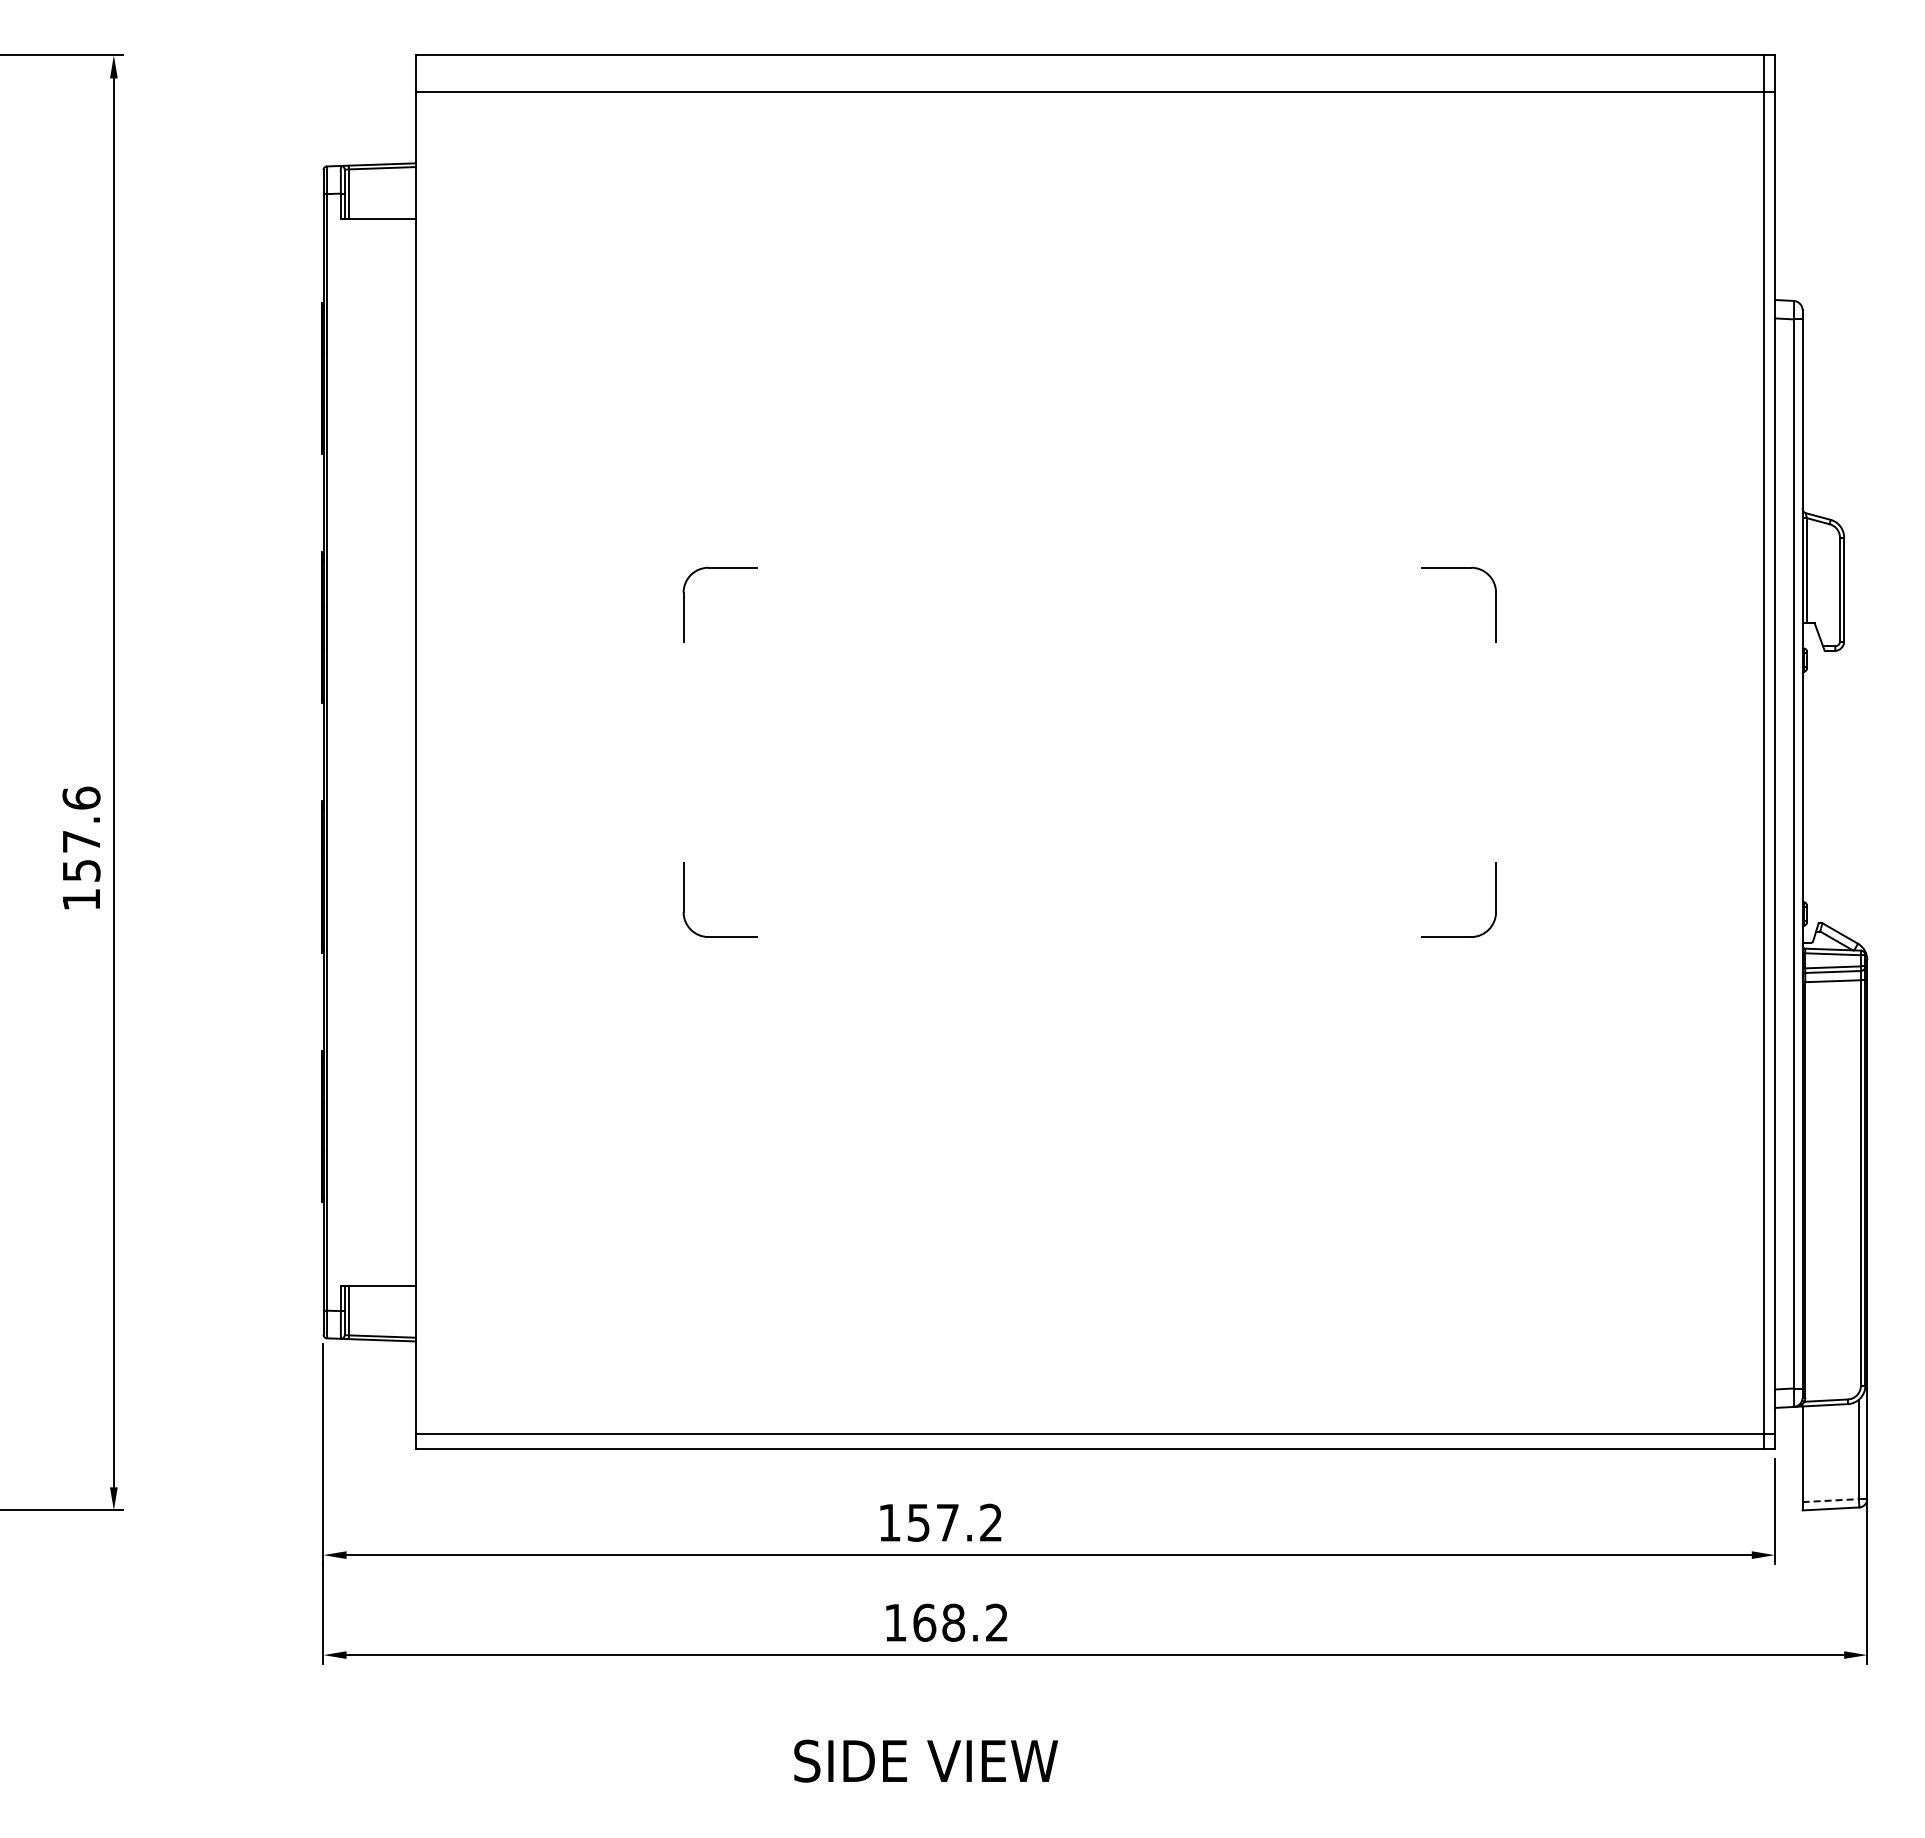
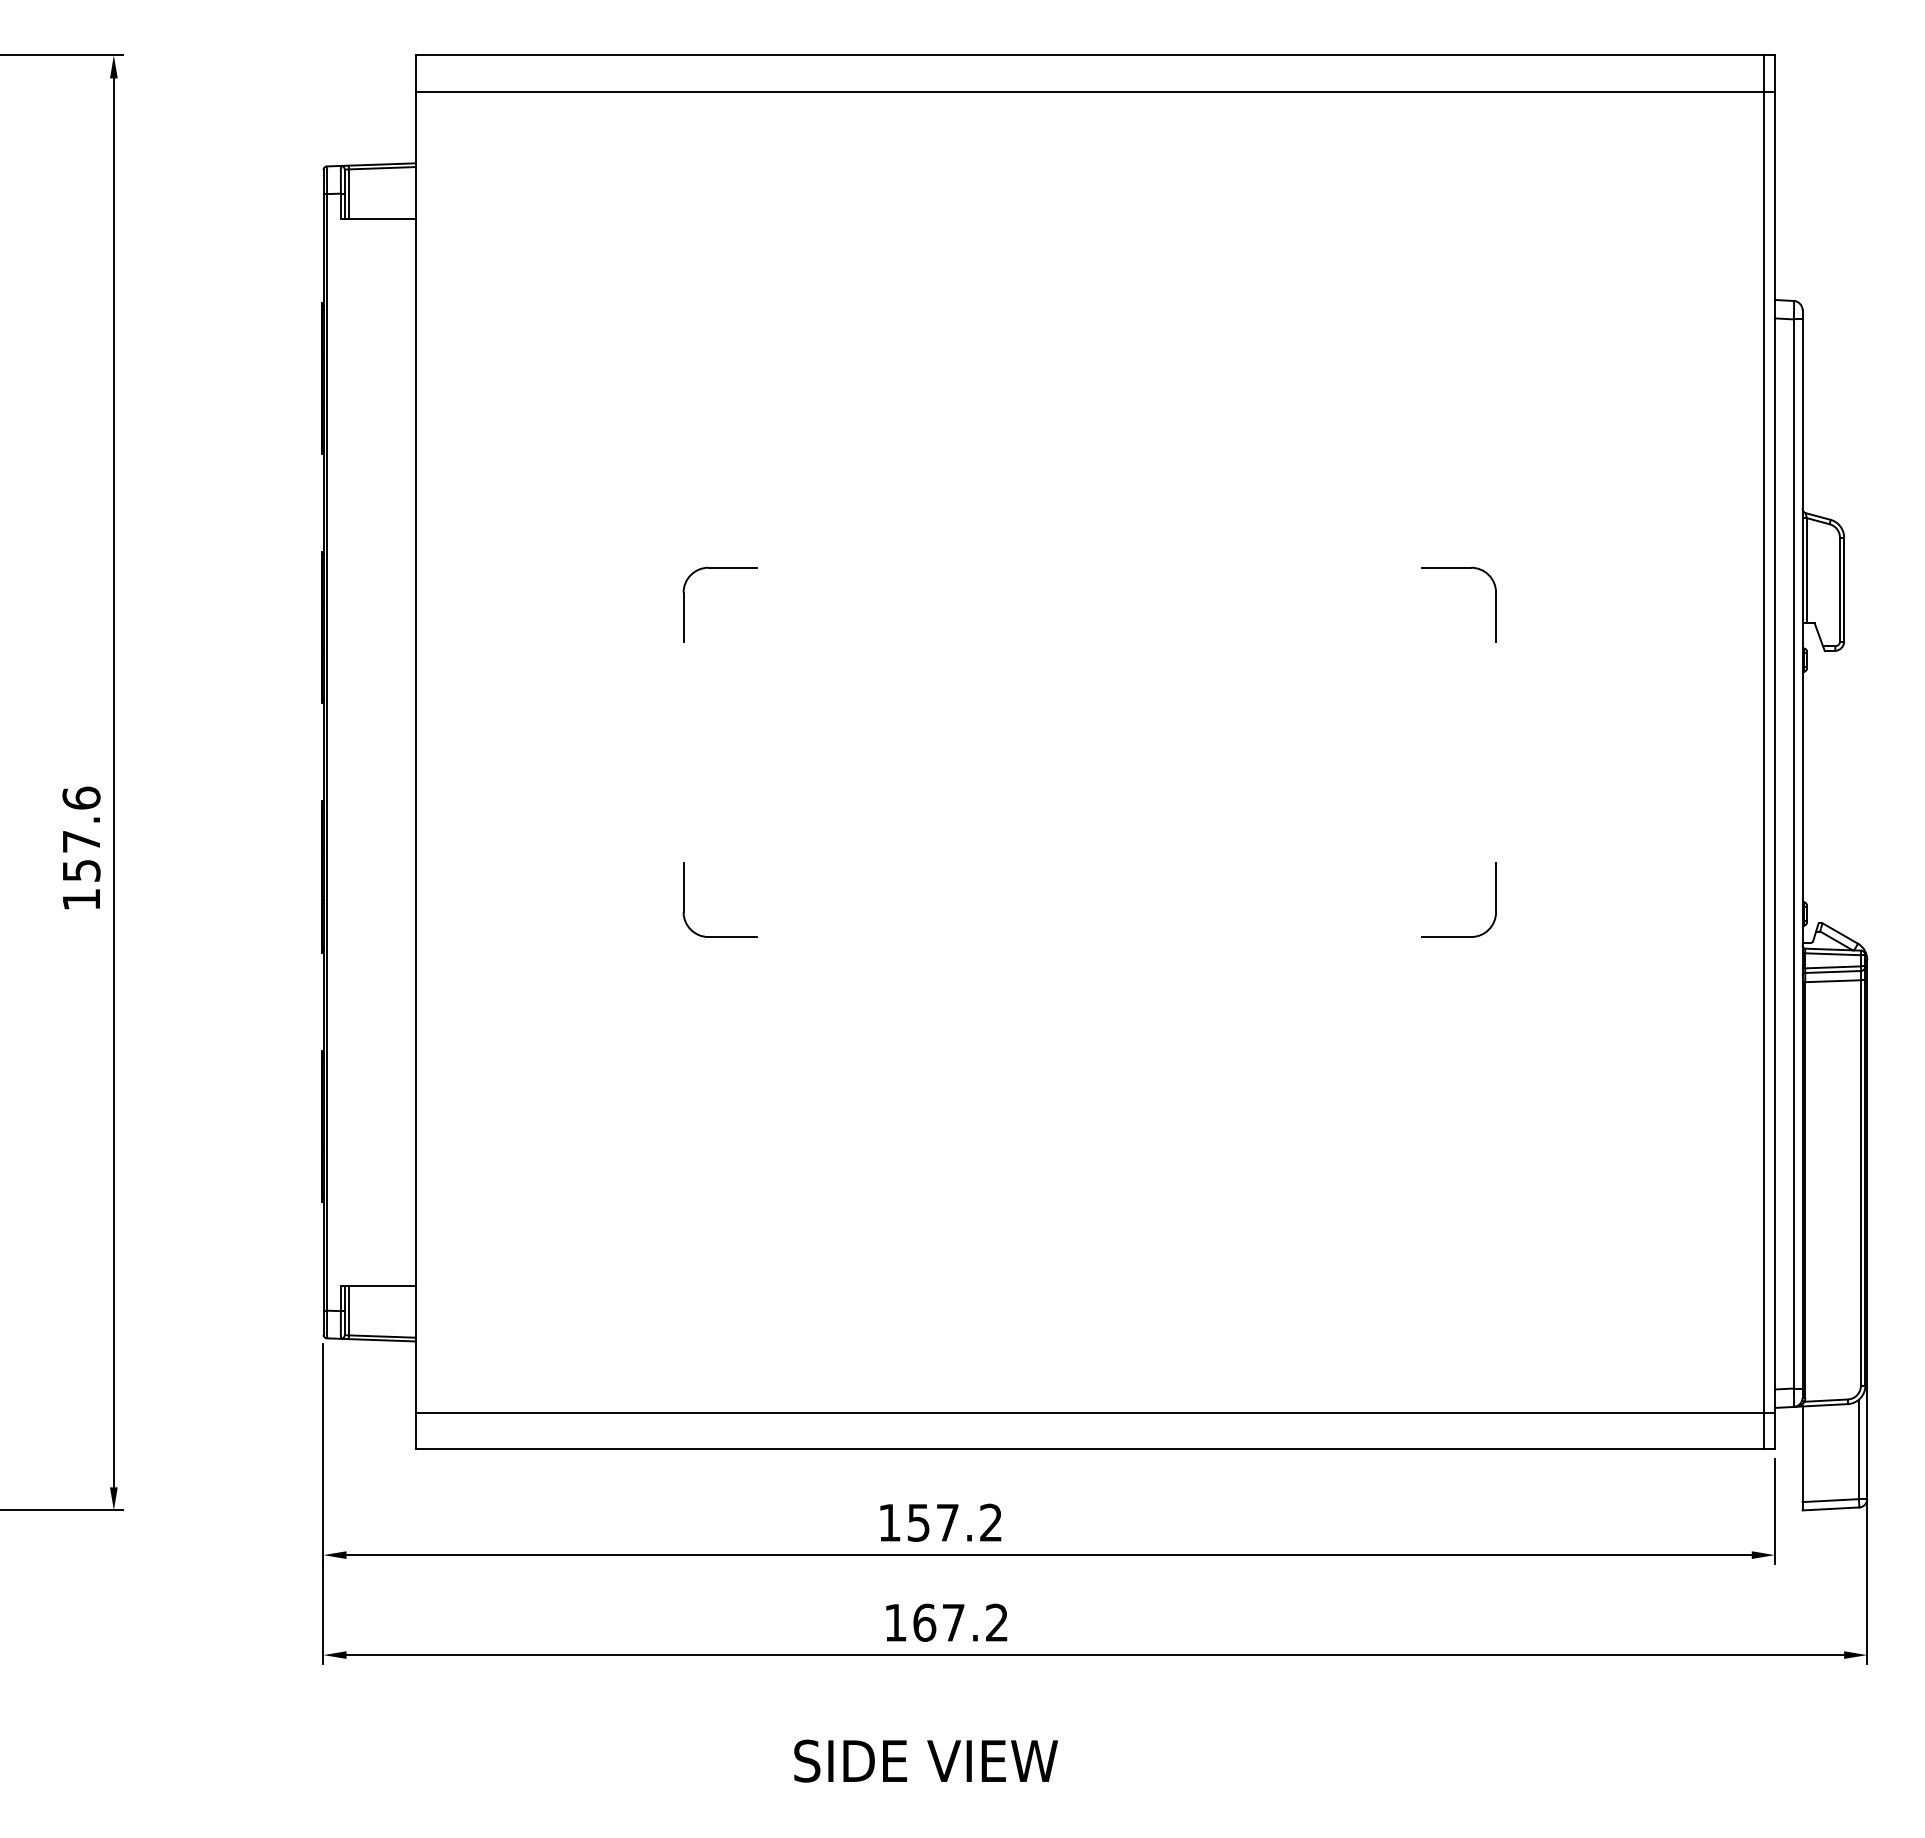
line at (1094, 1433) position: (1094, 1433) -> (1094, 1412)
line at (1831, 1500): dashed -> solid
text at (953, 1622): 168.2 -> 167.2
